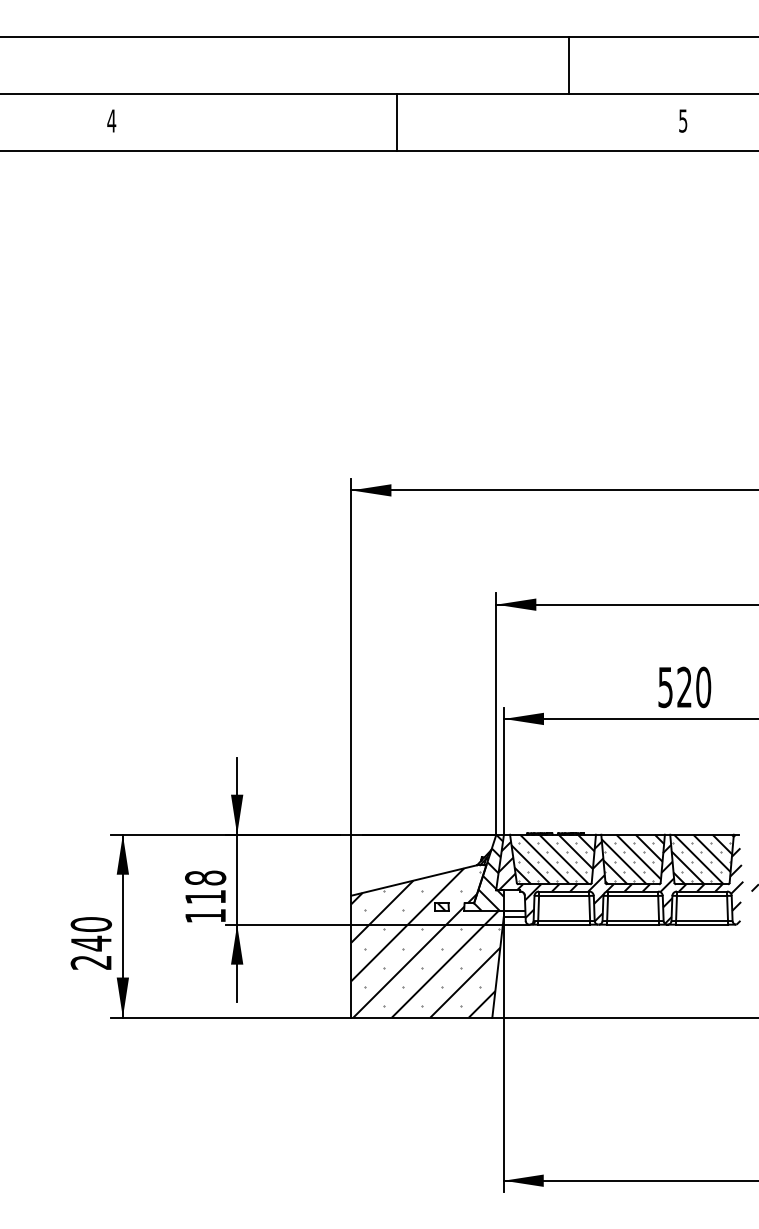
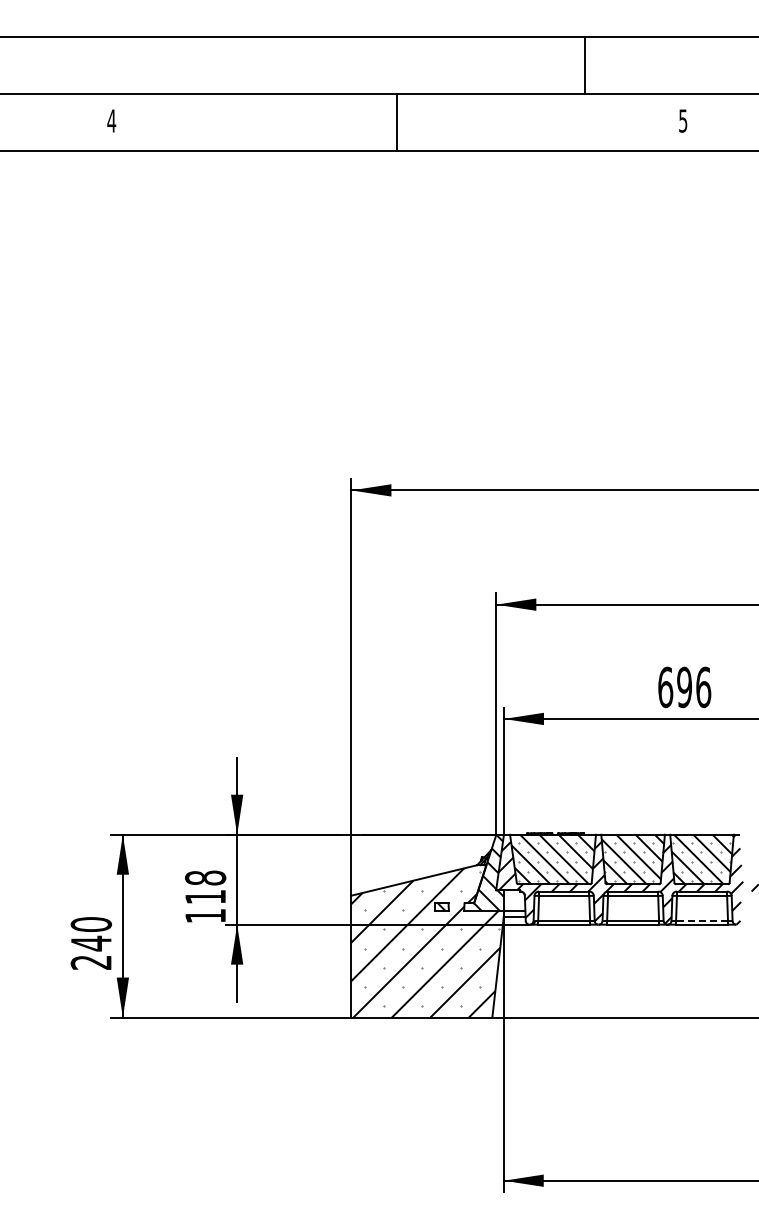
line at (568, 65) position: (568, 65) -> (584, 65)
text at (684, 687): 520 -> 696
line at (702, 920): solid -> dashed
